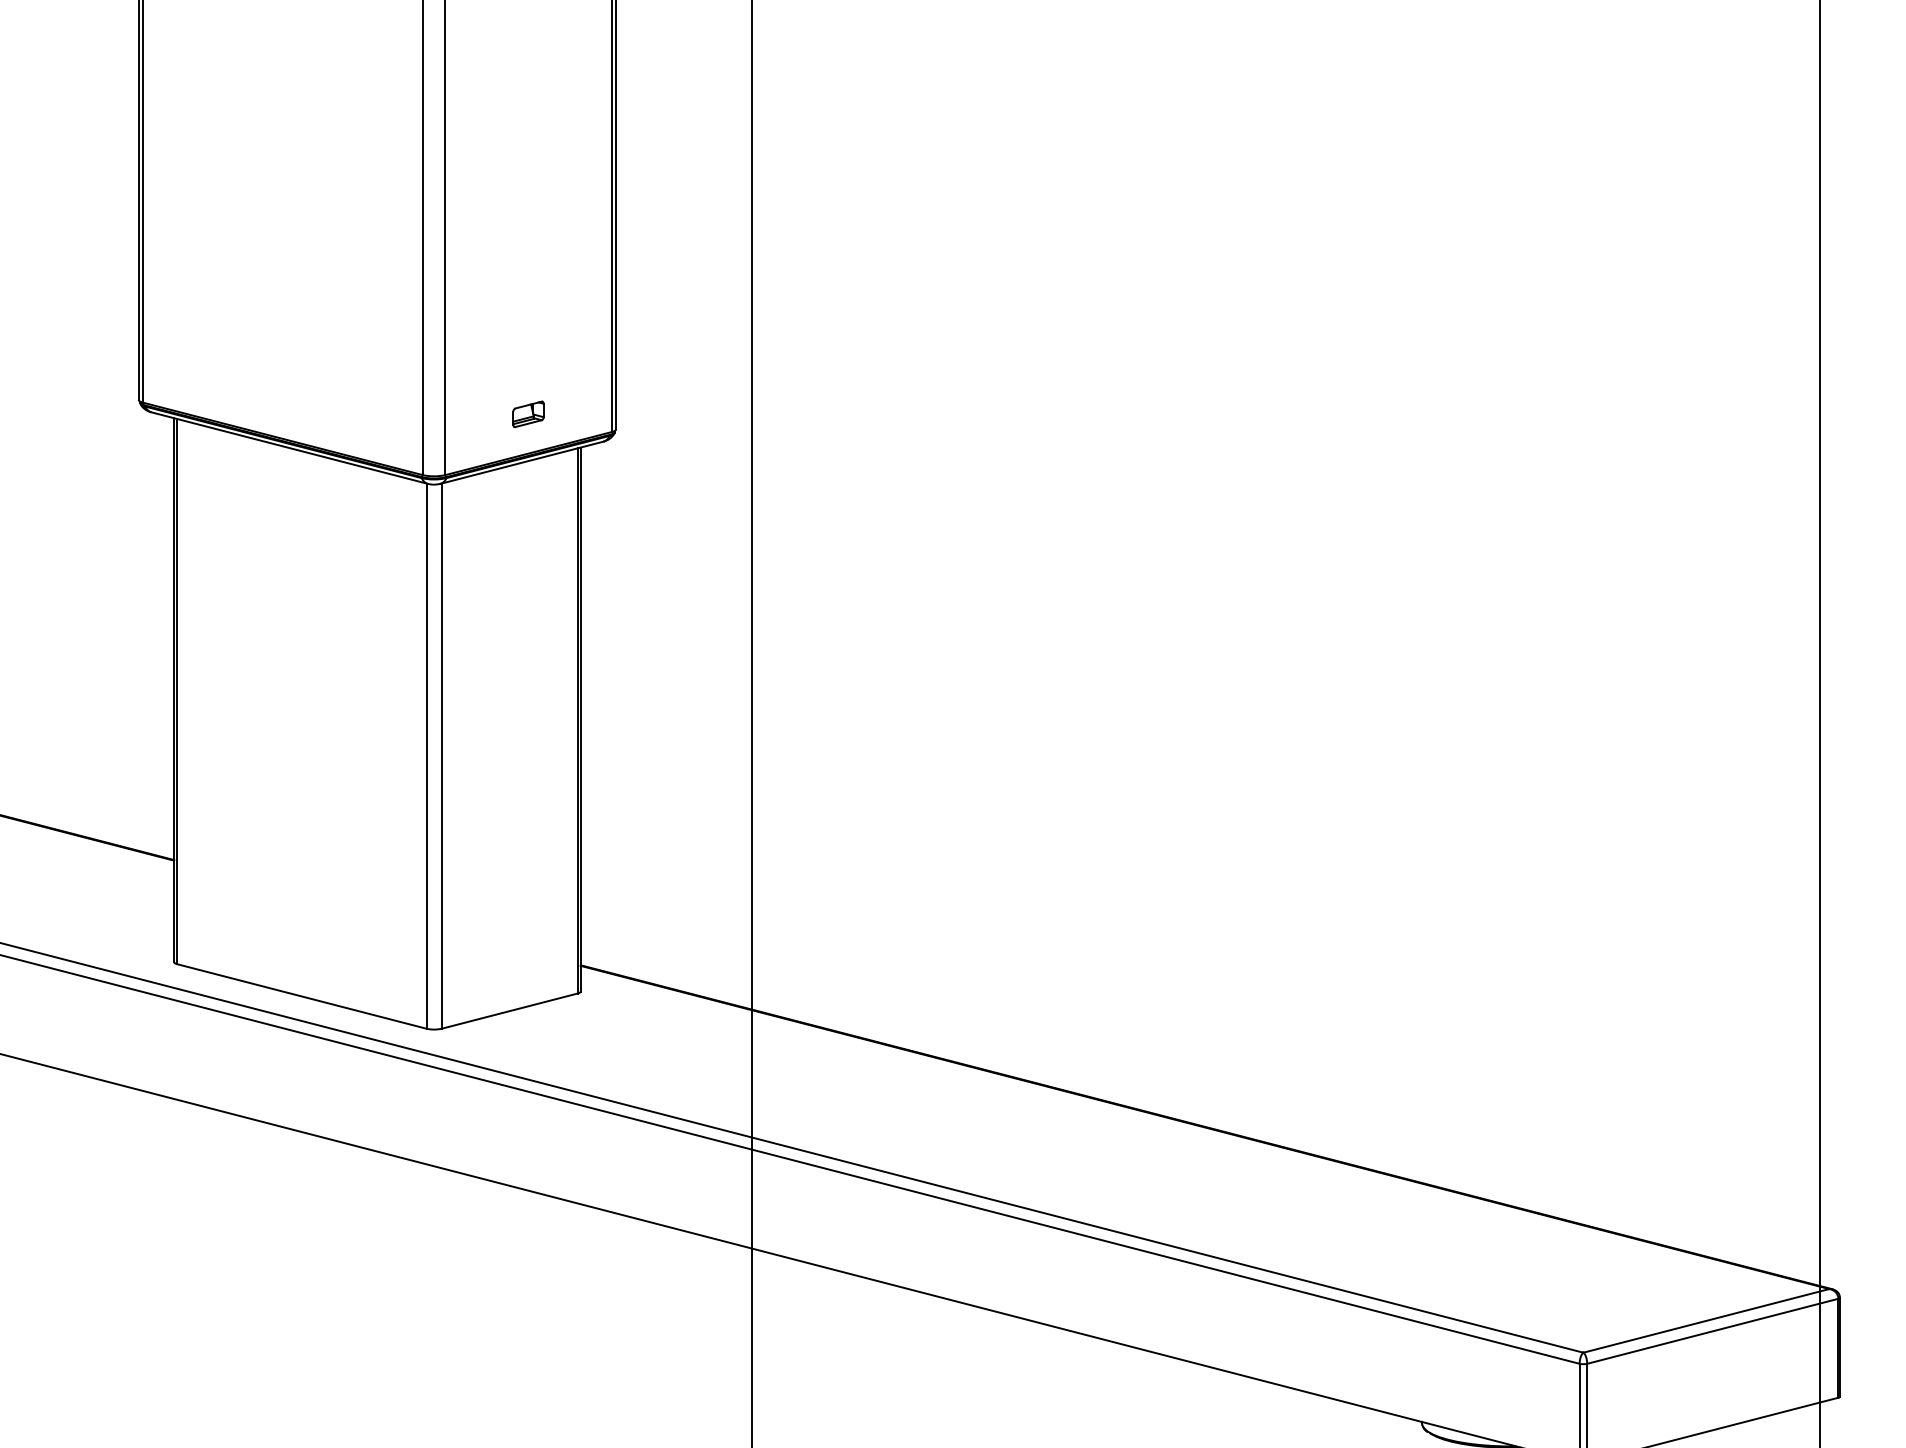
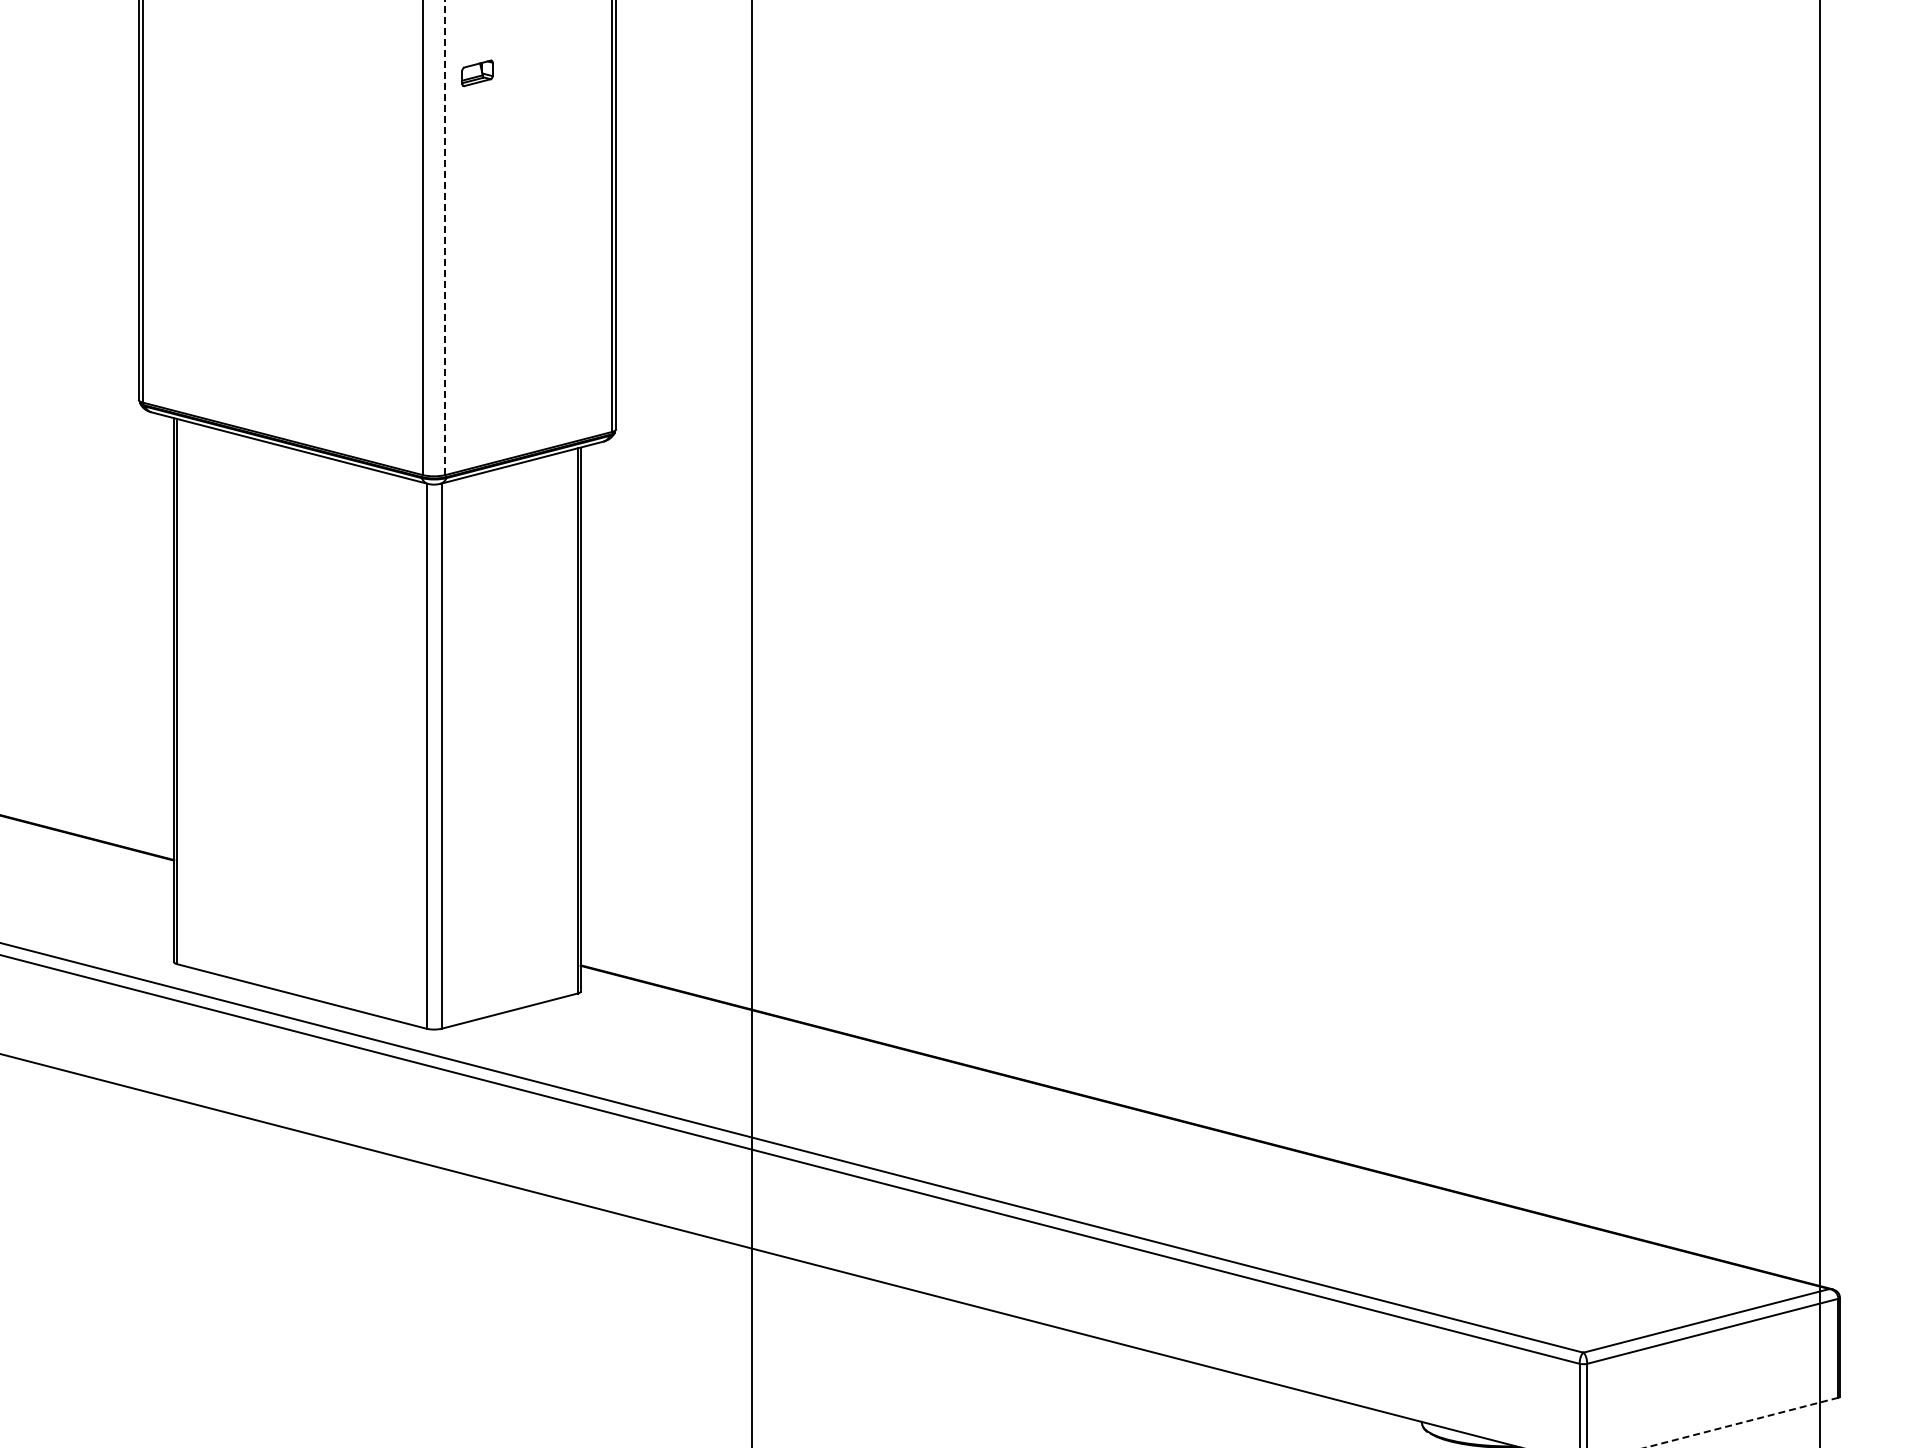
line at (445, 237): solid -> dashed
part at (528, 414) position: (528, 414) -> (477, 73)
line at (1741, 1422): solid -> dashed
